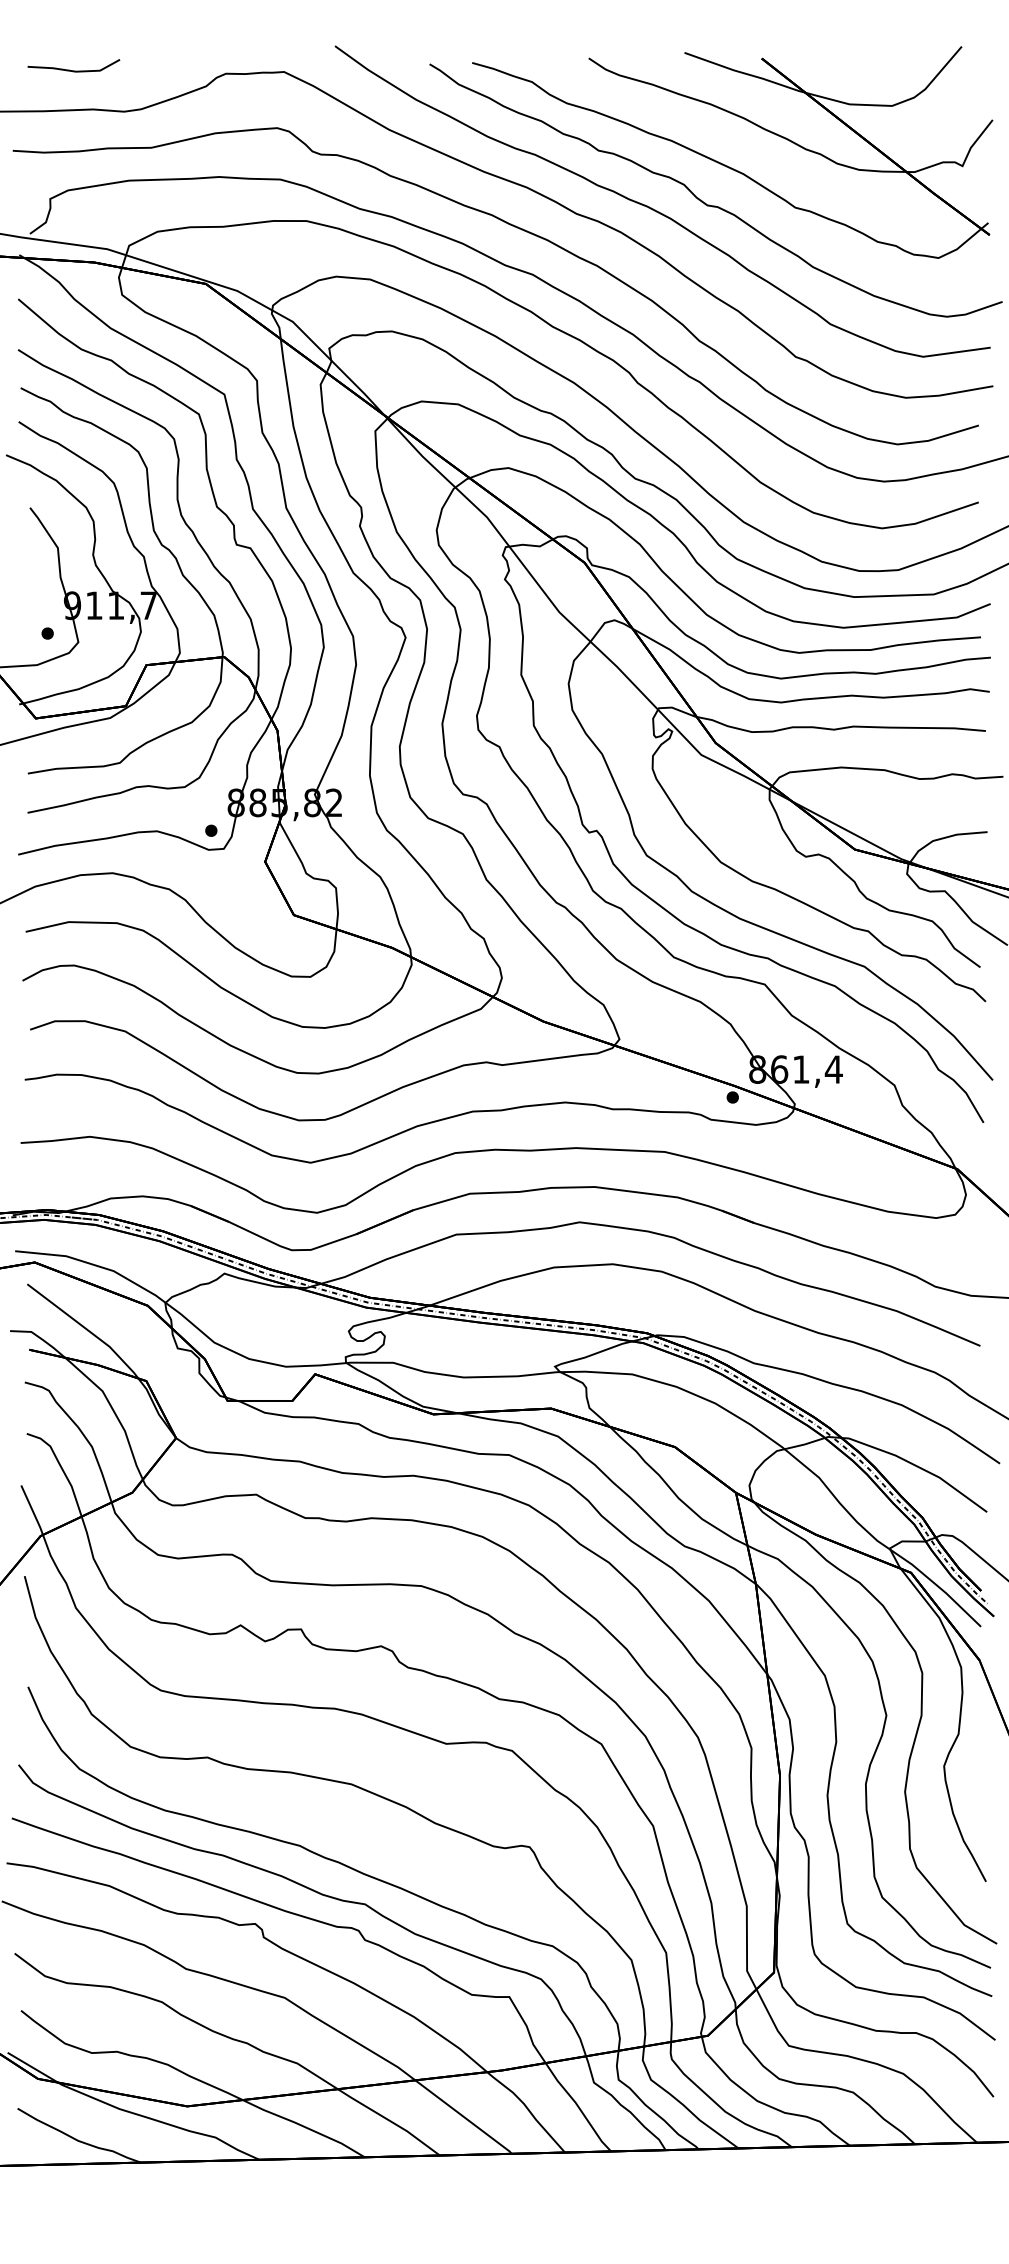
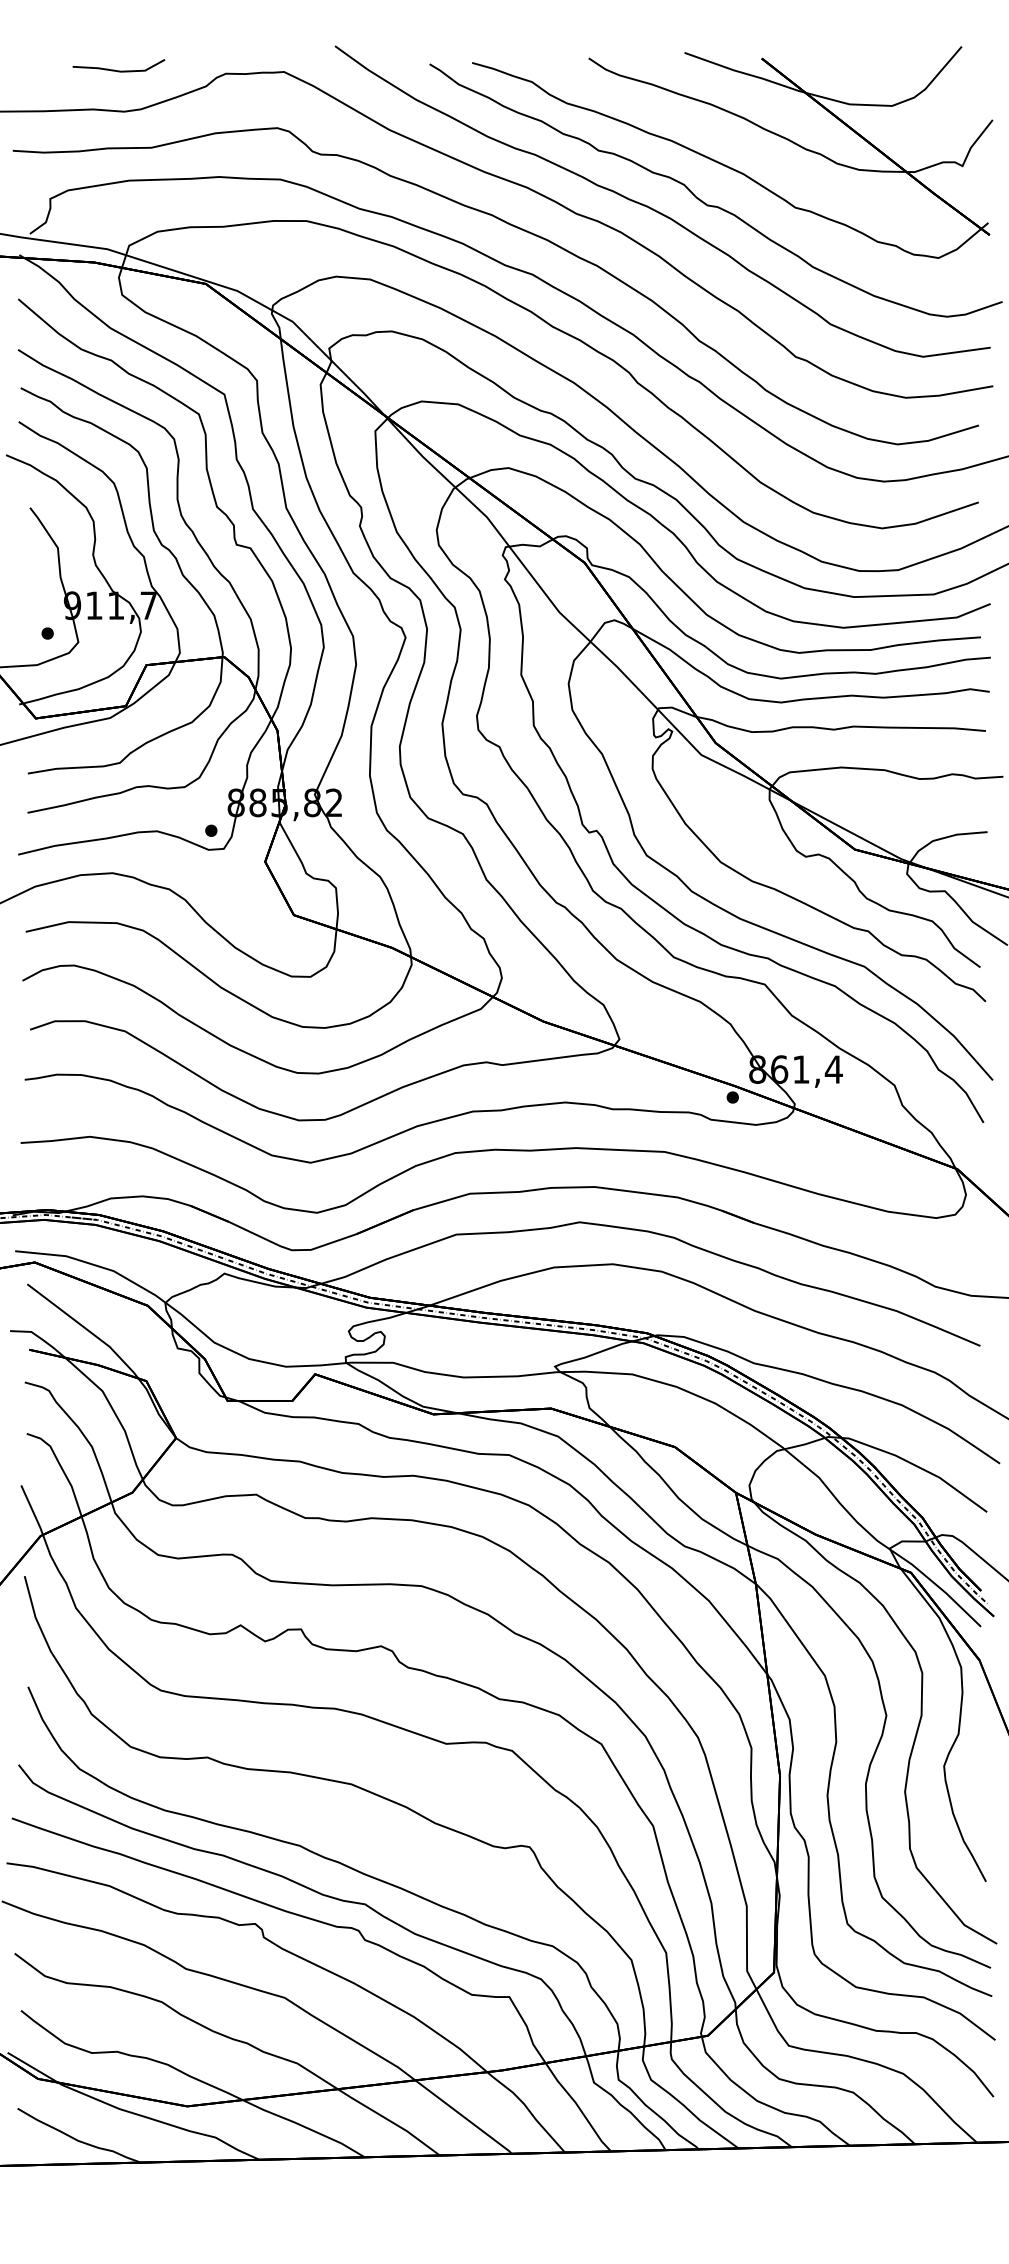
line at (73, 70) position: (73, 70) -> (118, 70)
